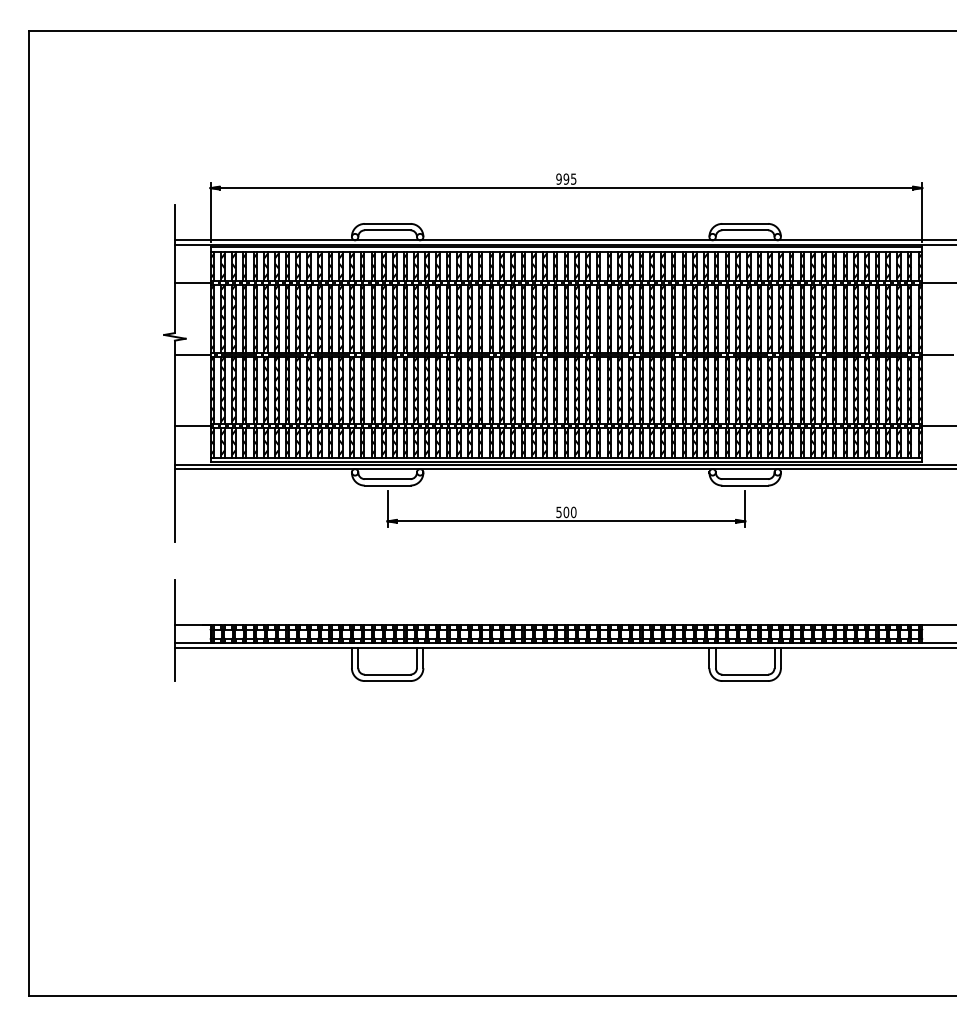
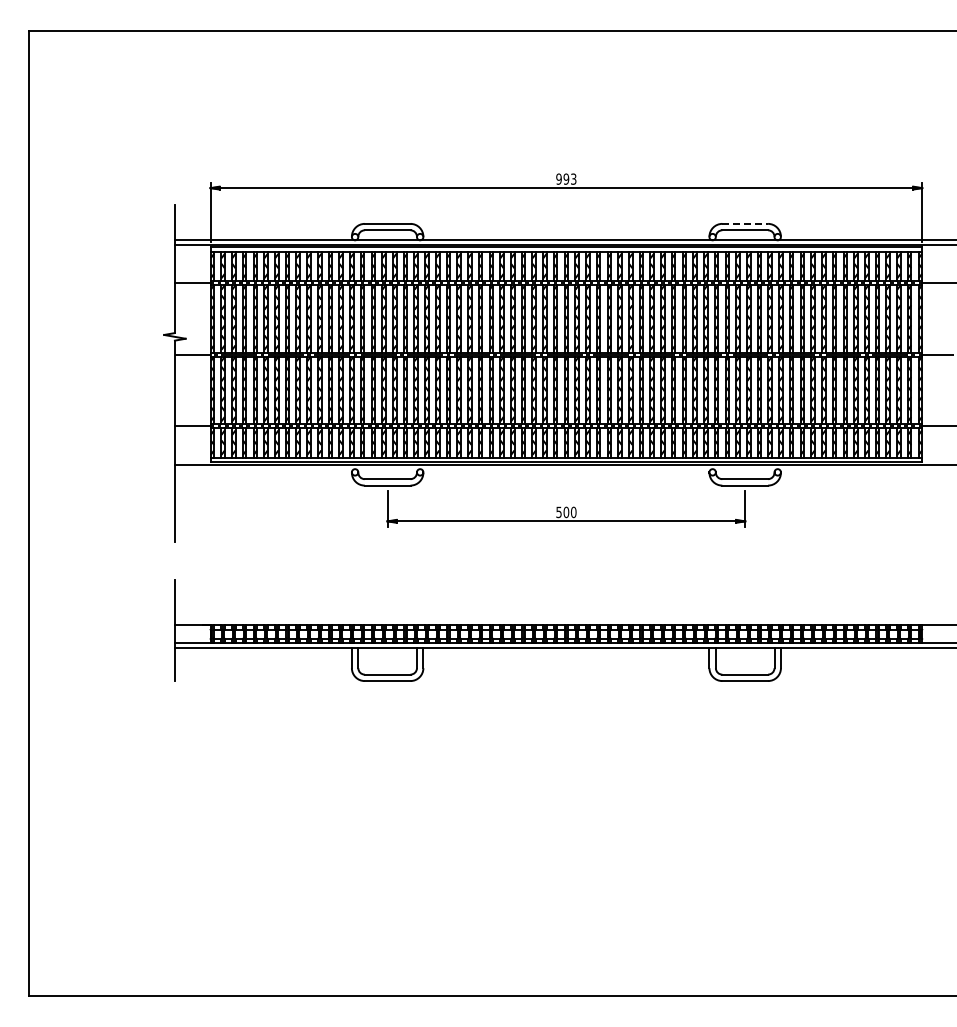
text at (573, 178): 995 -> 993
line at (745, 223): solid -> dashed
line at (563, 469): present -> none
